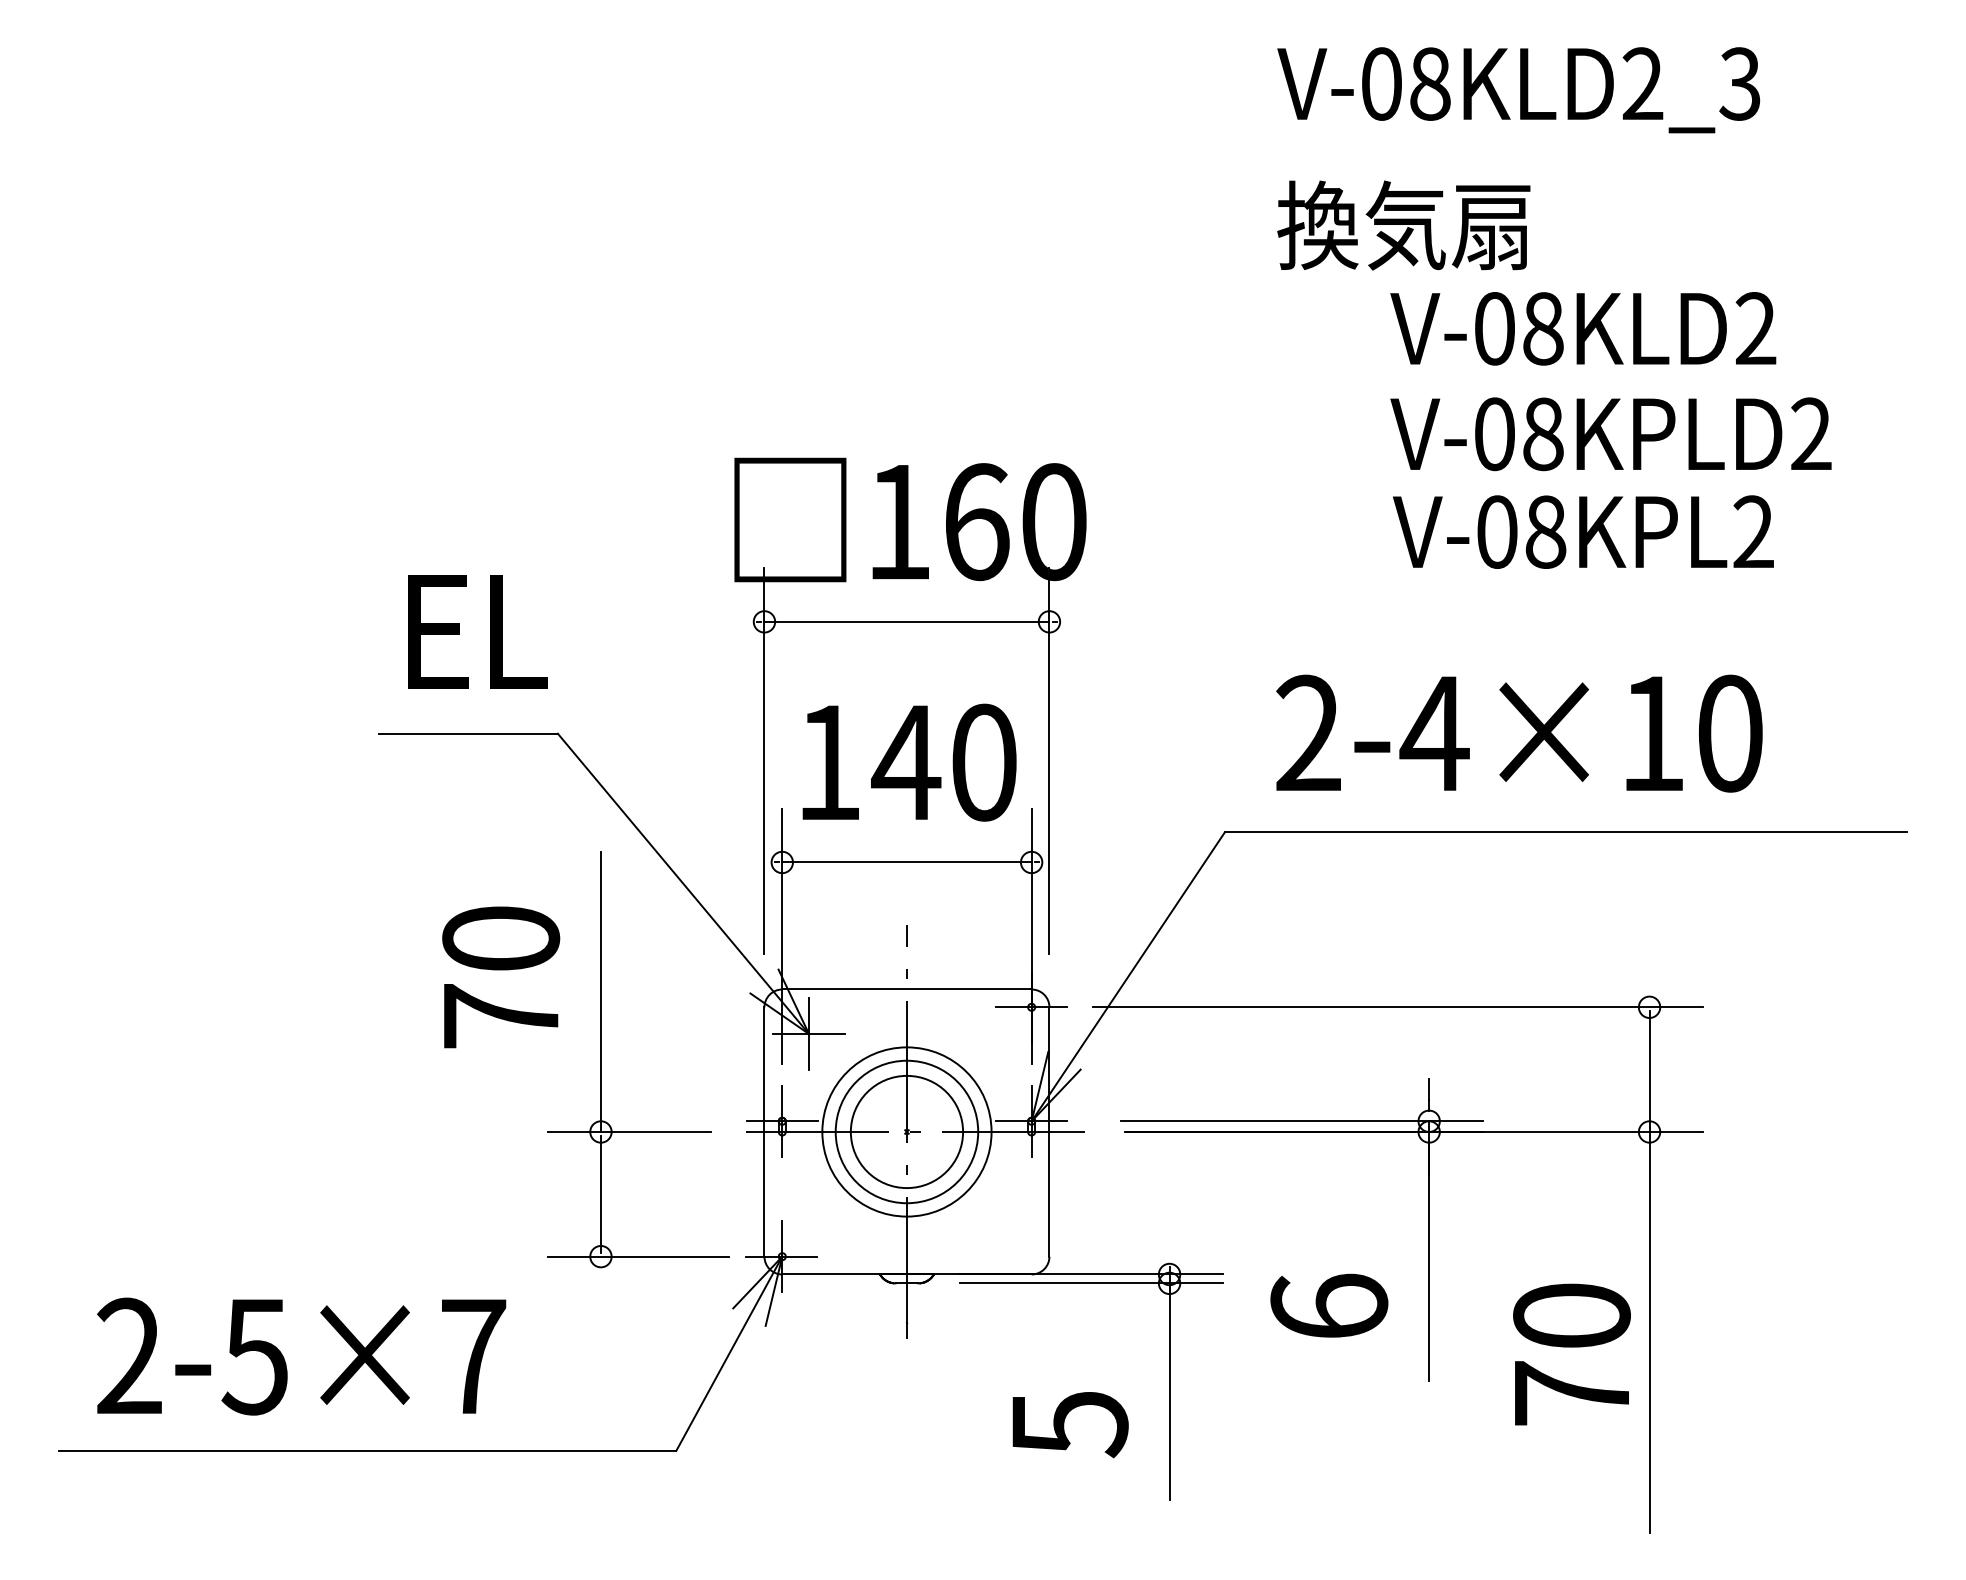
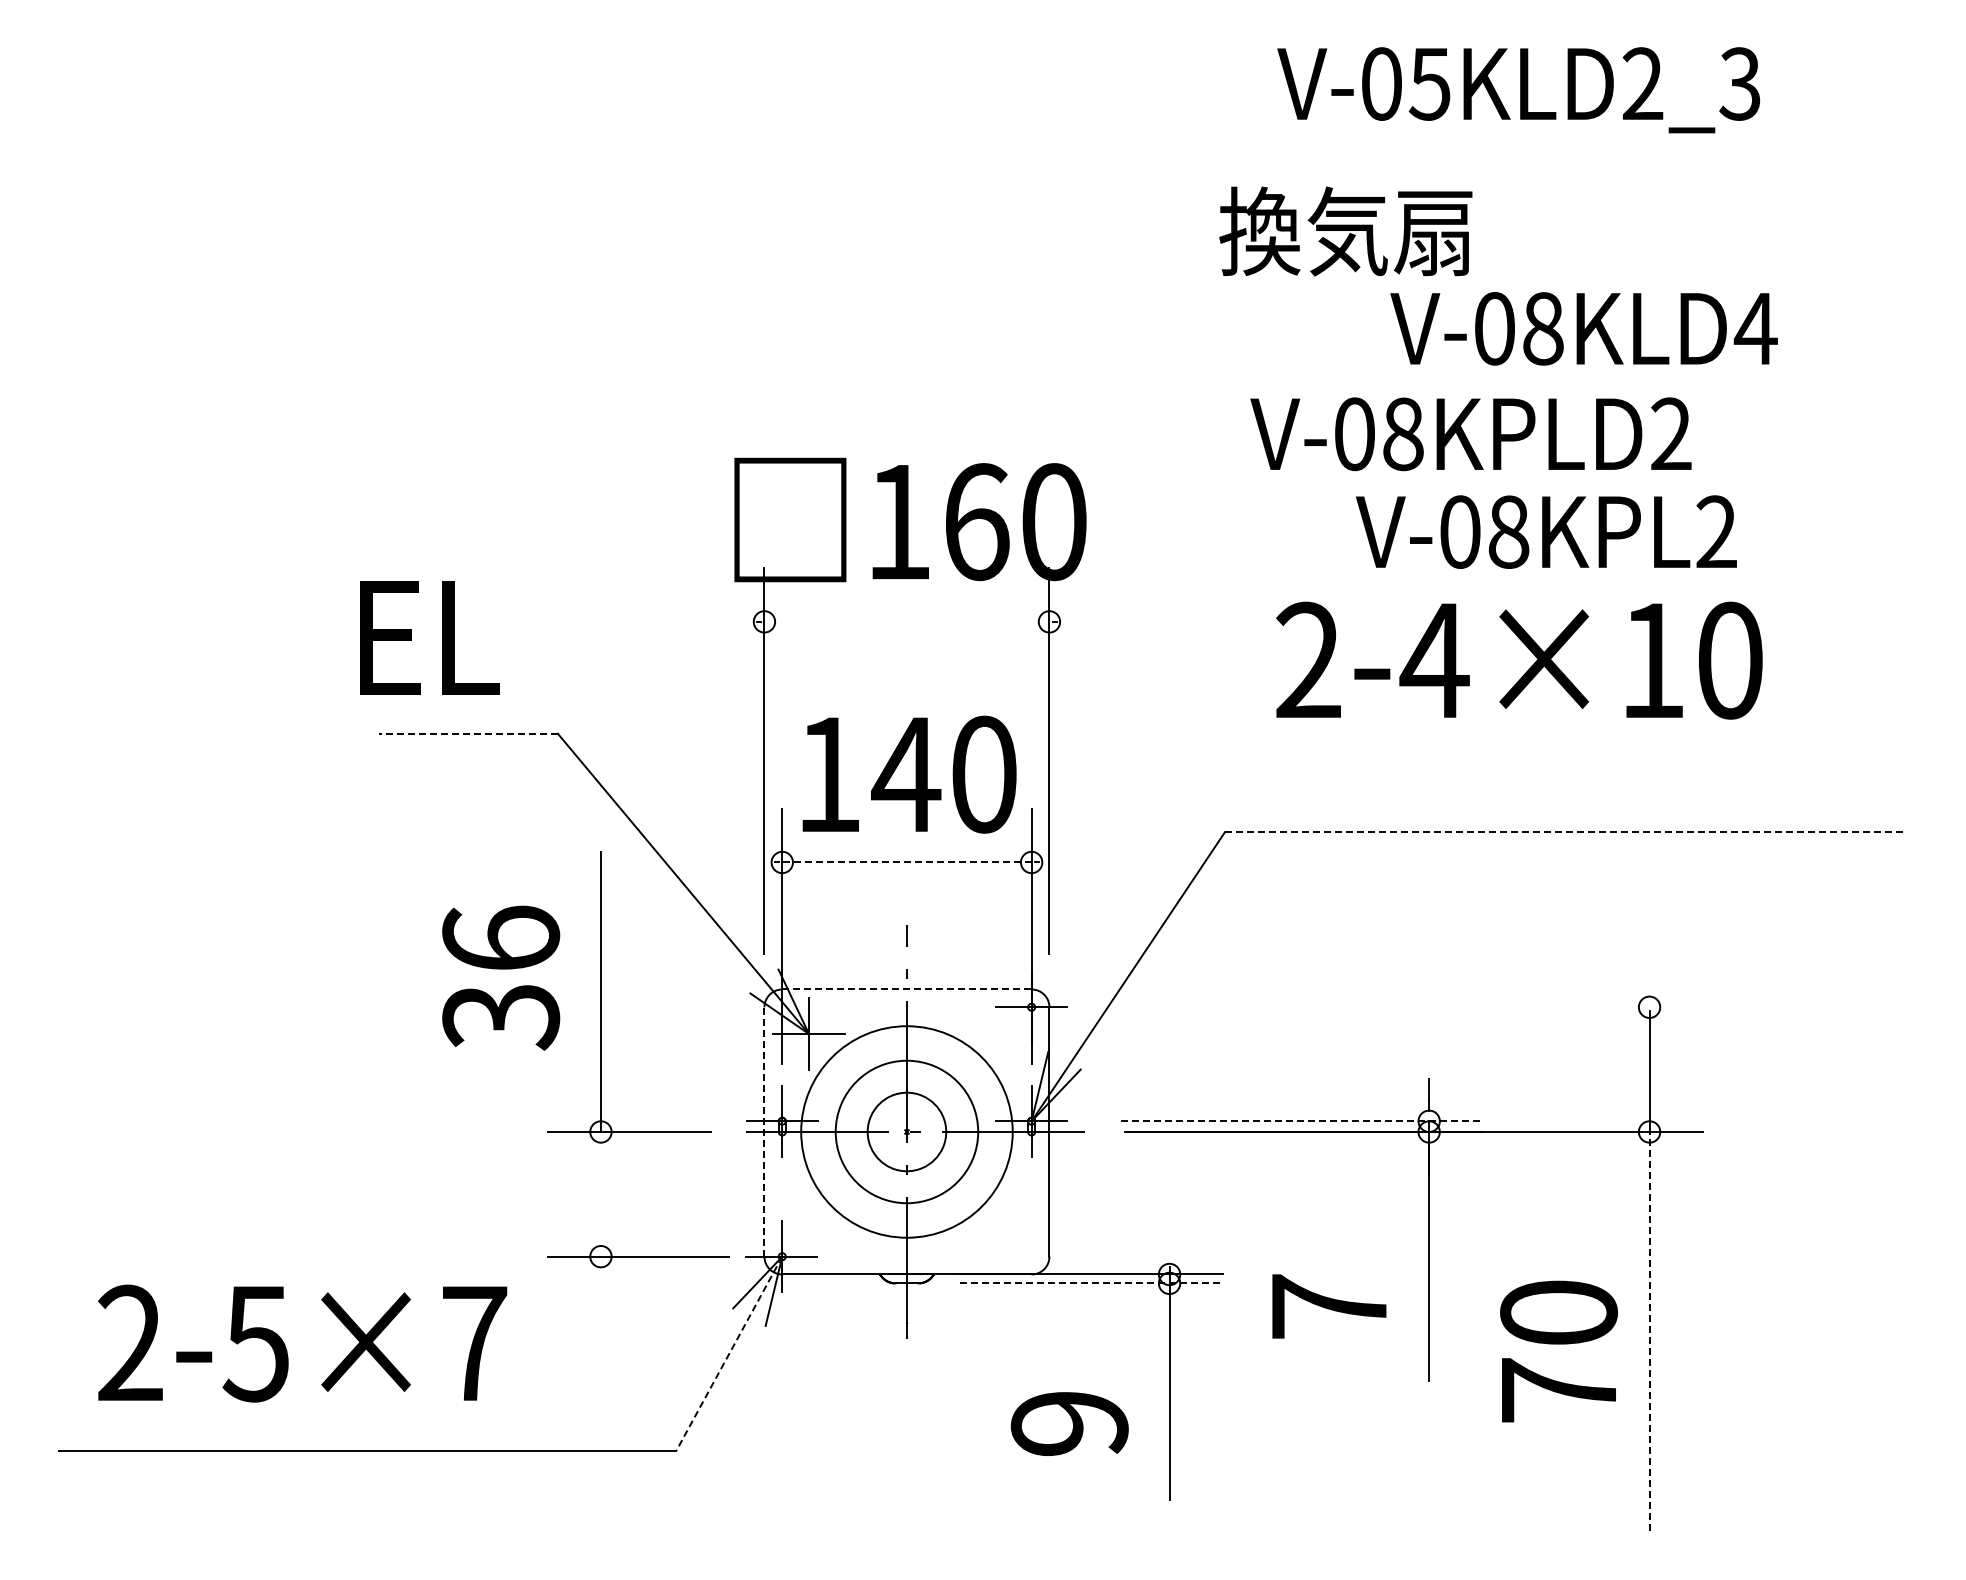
text at (1429, 83): V-08KLD2_3 -> V-05KLD2_3
text at (1403, 225) position: (1403, 225) -> (1345, 231)
text at (1755, 328): V-08KLD2 -> V-08KLD4
text at (1610, 434) position: (1610, 434) -> (1470, 434)
text at (1583, 531) position: (1583, 531) -> (1546, 531)
line at (906, 621): present -> none
text at (477, 631) position: (477, 631) -> (429, 637)
line at (468, 733): solid -> dashed
text at (1519, 733) position: (1519, 733) -> (1519, 660)
text at (909, 762) position: (909, 762) -> (909, 774)
line at (1566, 832): solid -> dashed
line at (906, 862): solid -> dashed
text at (501, 977): 70 -> 36
line at (906, 989): solid -> dashed
line at (1397, 1007): present -> none
line at (1301, 1121): solid -> dashed
line at (764, 1131): solid -> dashed
circle at (906, 1131) diameter: 112 px -> 79 px
circle at (906, 1131) diameter: 169 px -> 212 px
line at (600, 1194): present -> none
line at (1092, 1283): solid -> dashed
text at (1329, 1305): 6 -> 7
line at (1649, 1331): solid -> dashed
line at (729, 1353): solid -> dashed
text at (1571, 1354) position: (1571, 1354) -> (1558, 1351)
text at (301, 1356) position: (301, 1356) -> (302, 1343)
text at (1069, 1425): 5 -> 9
